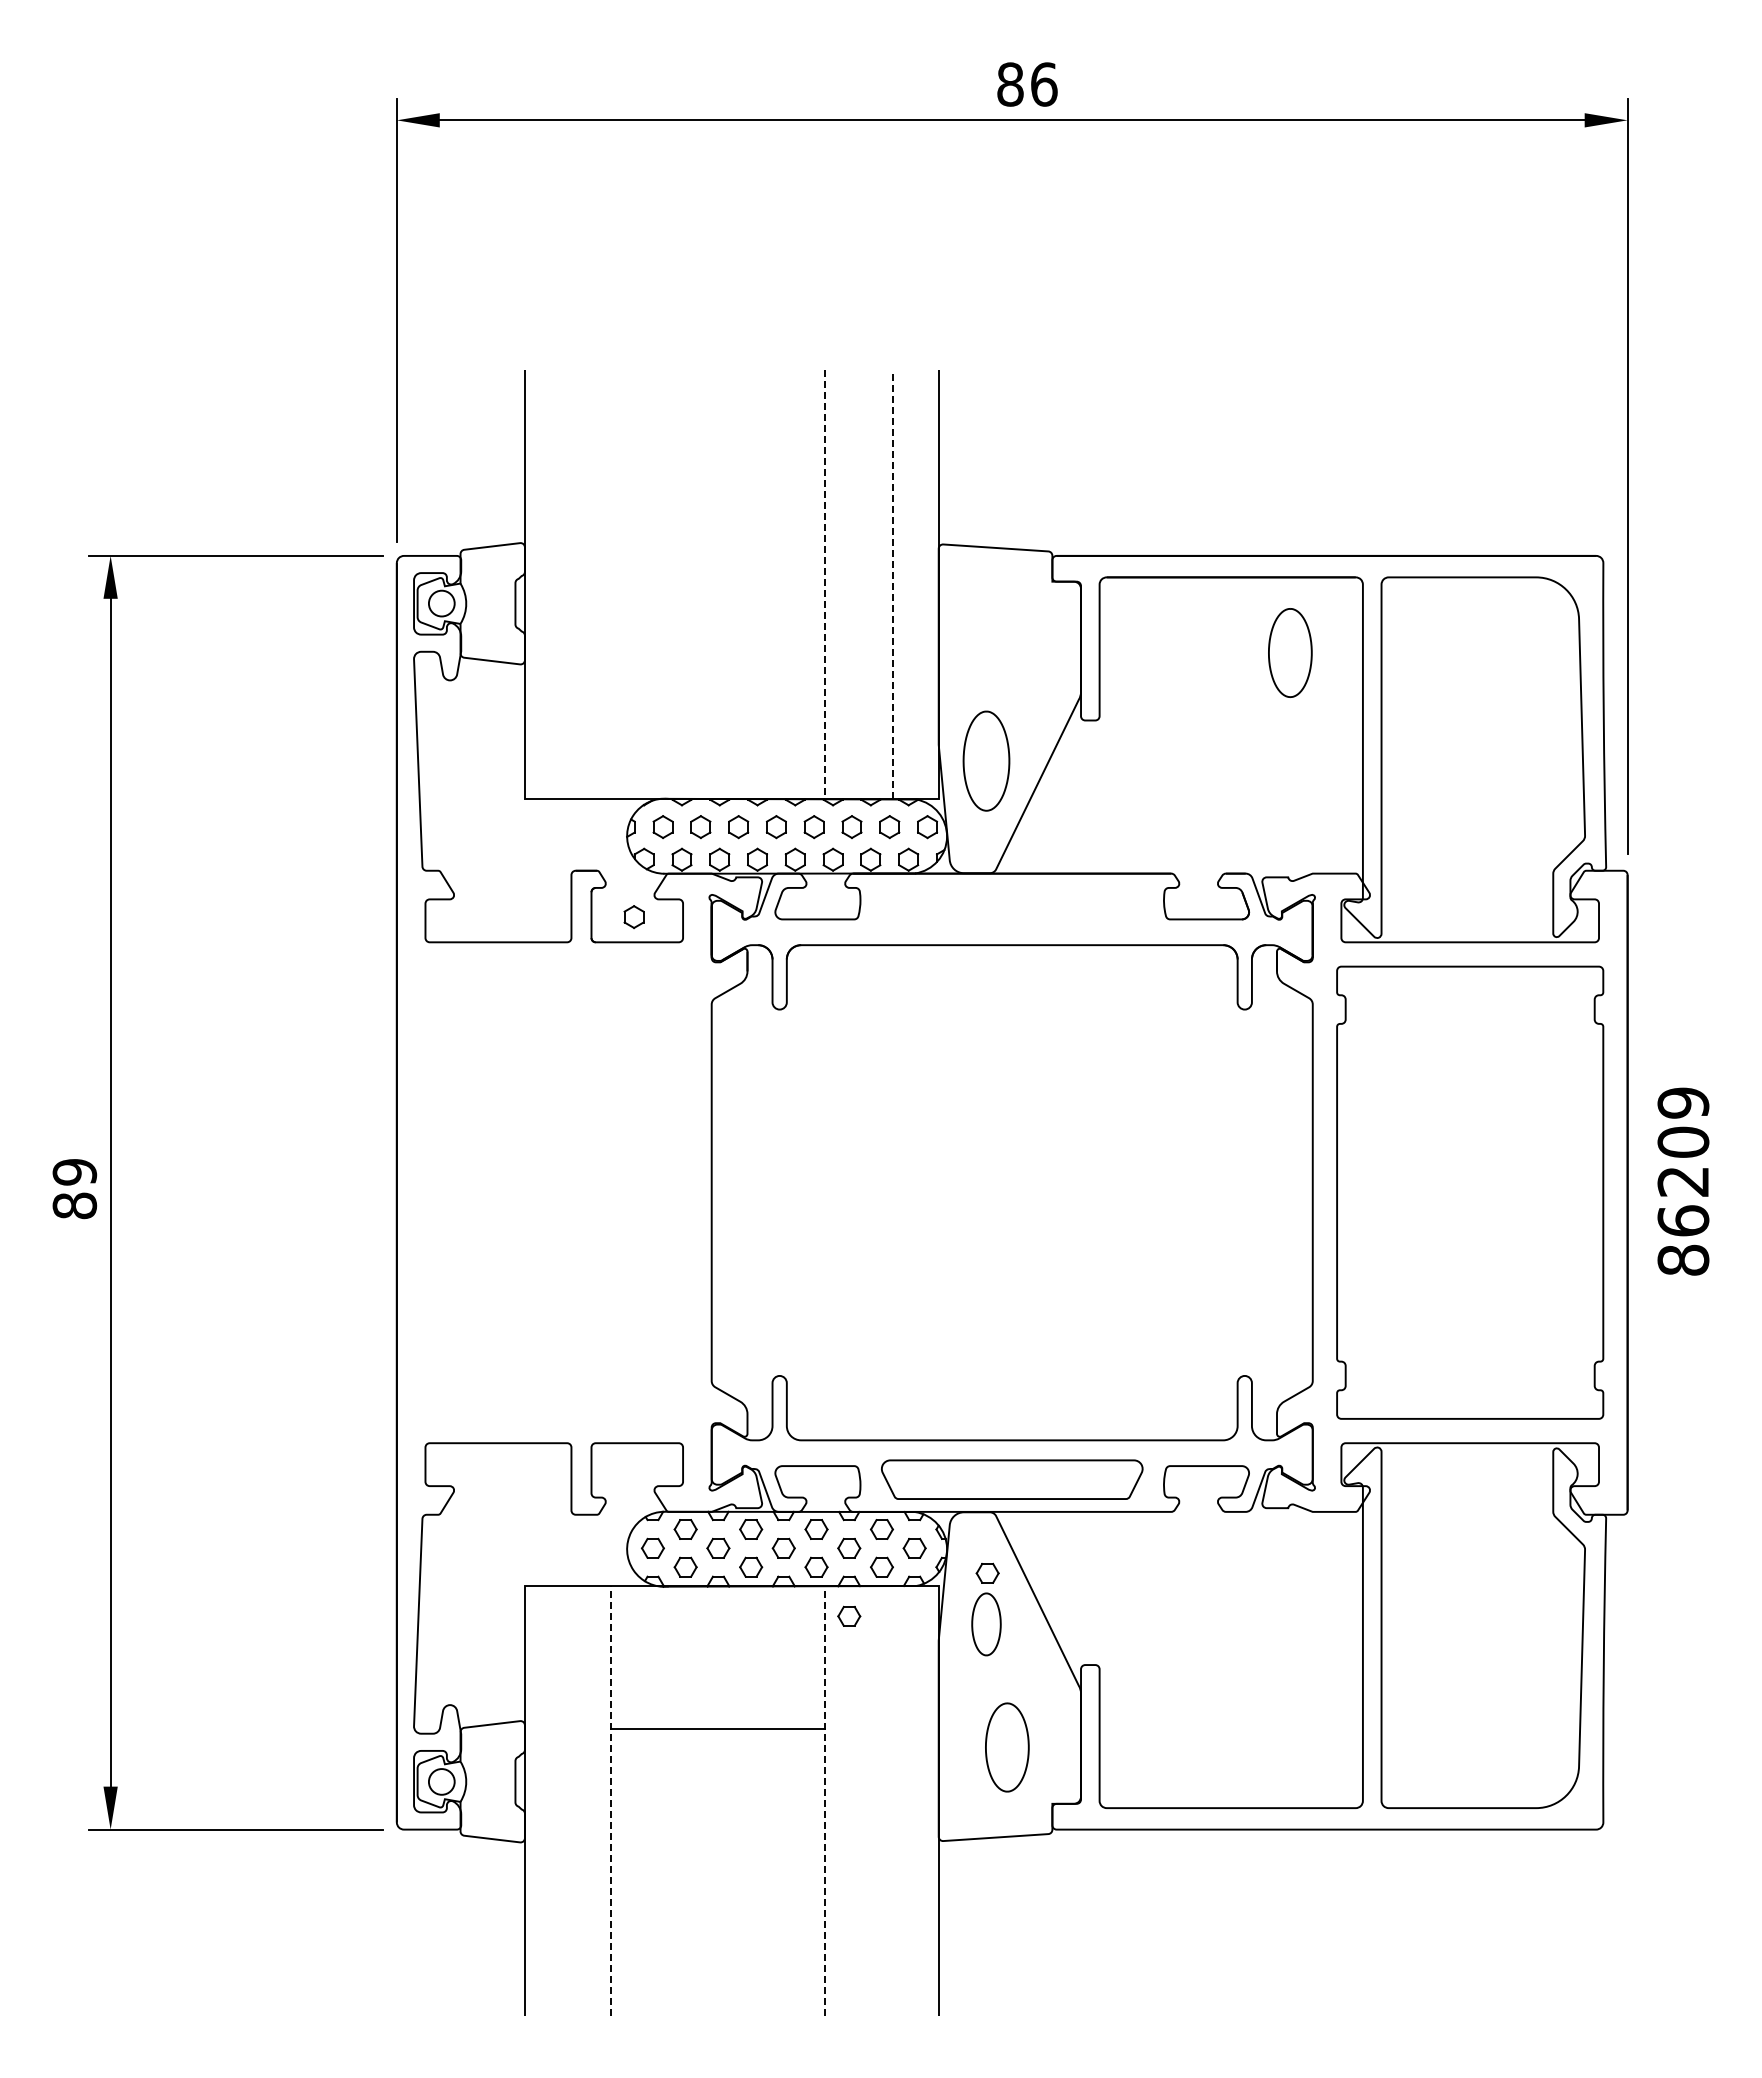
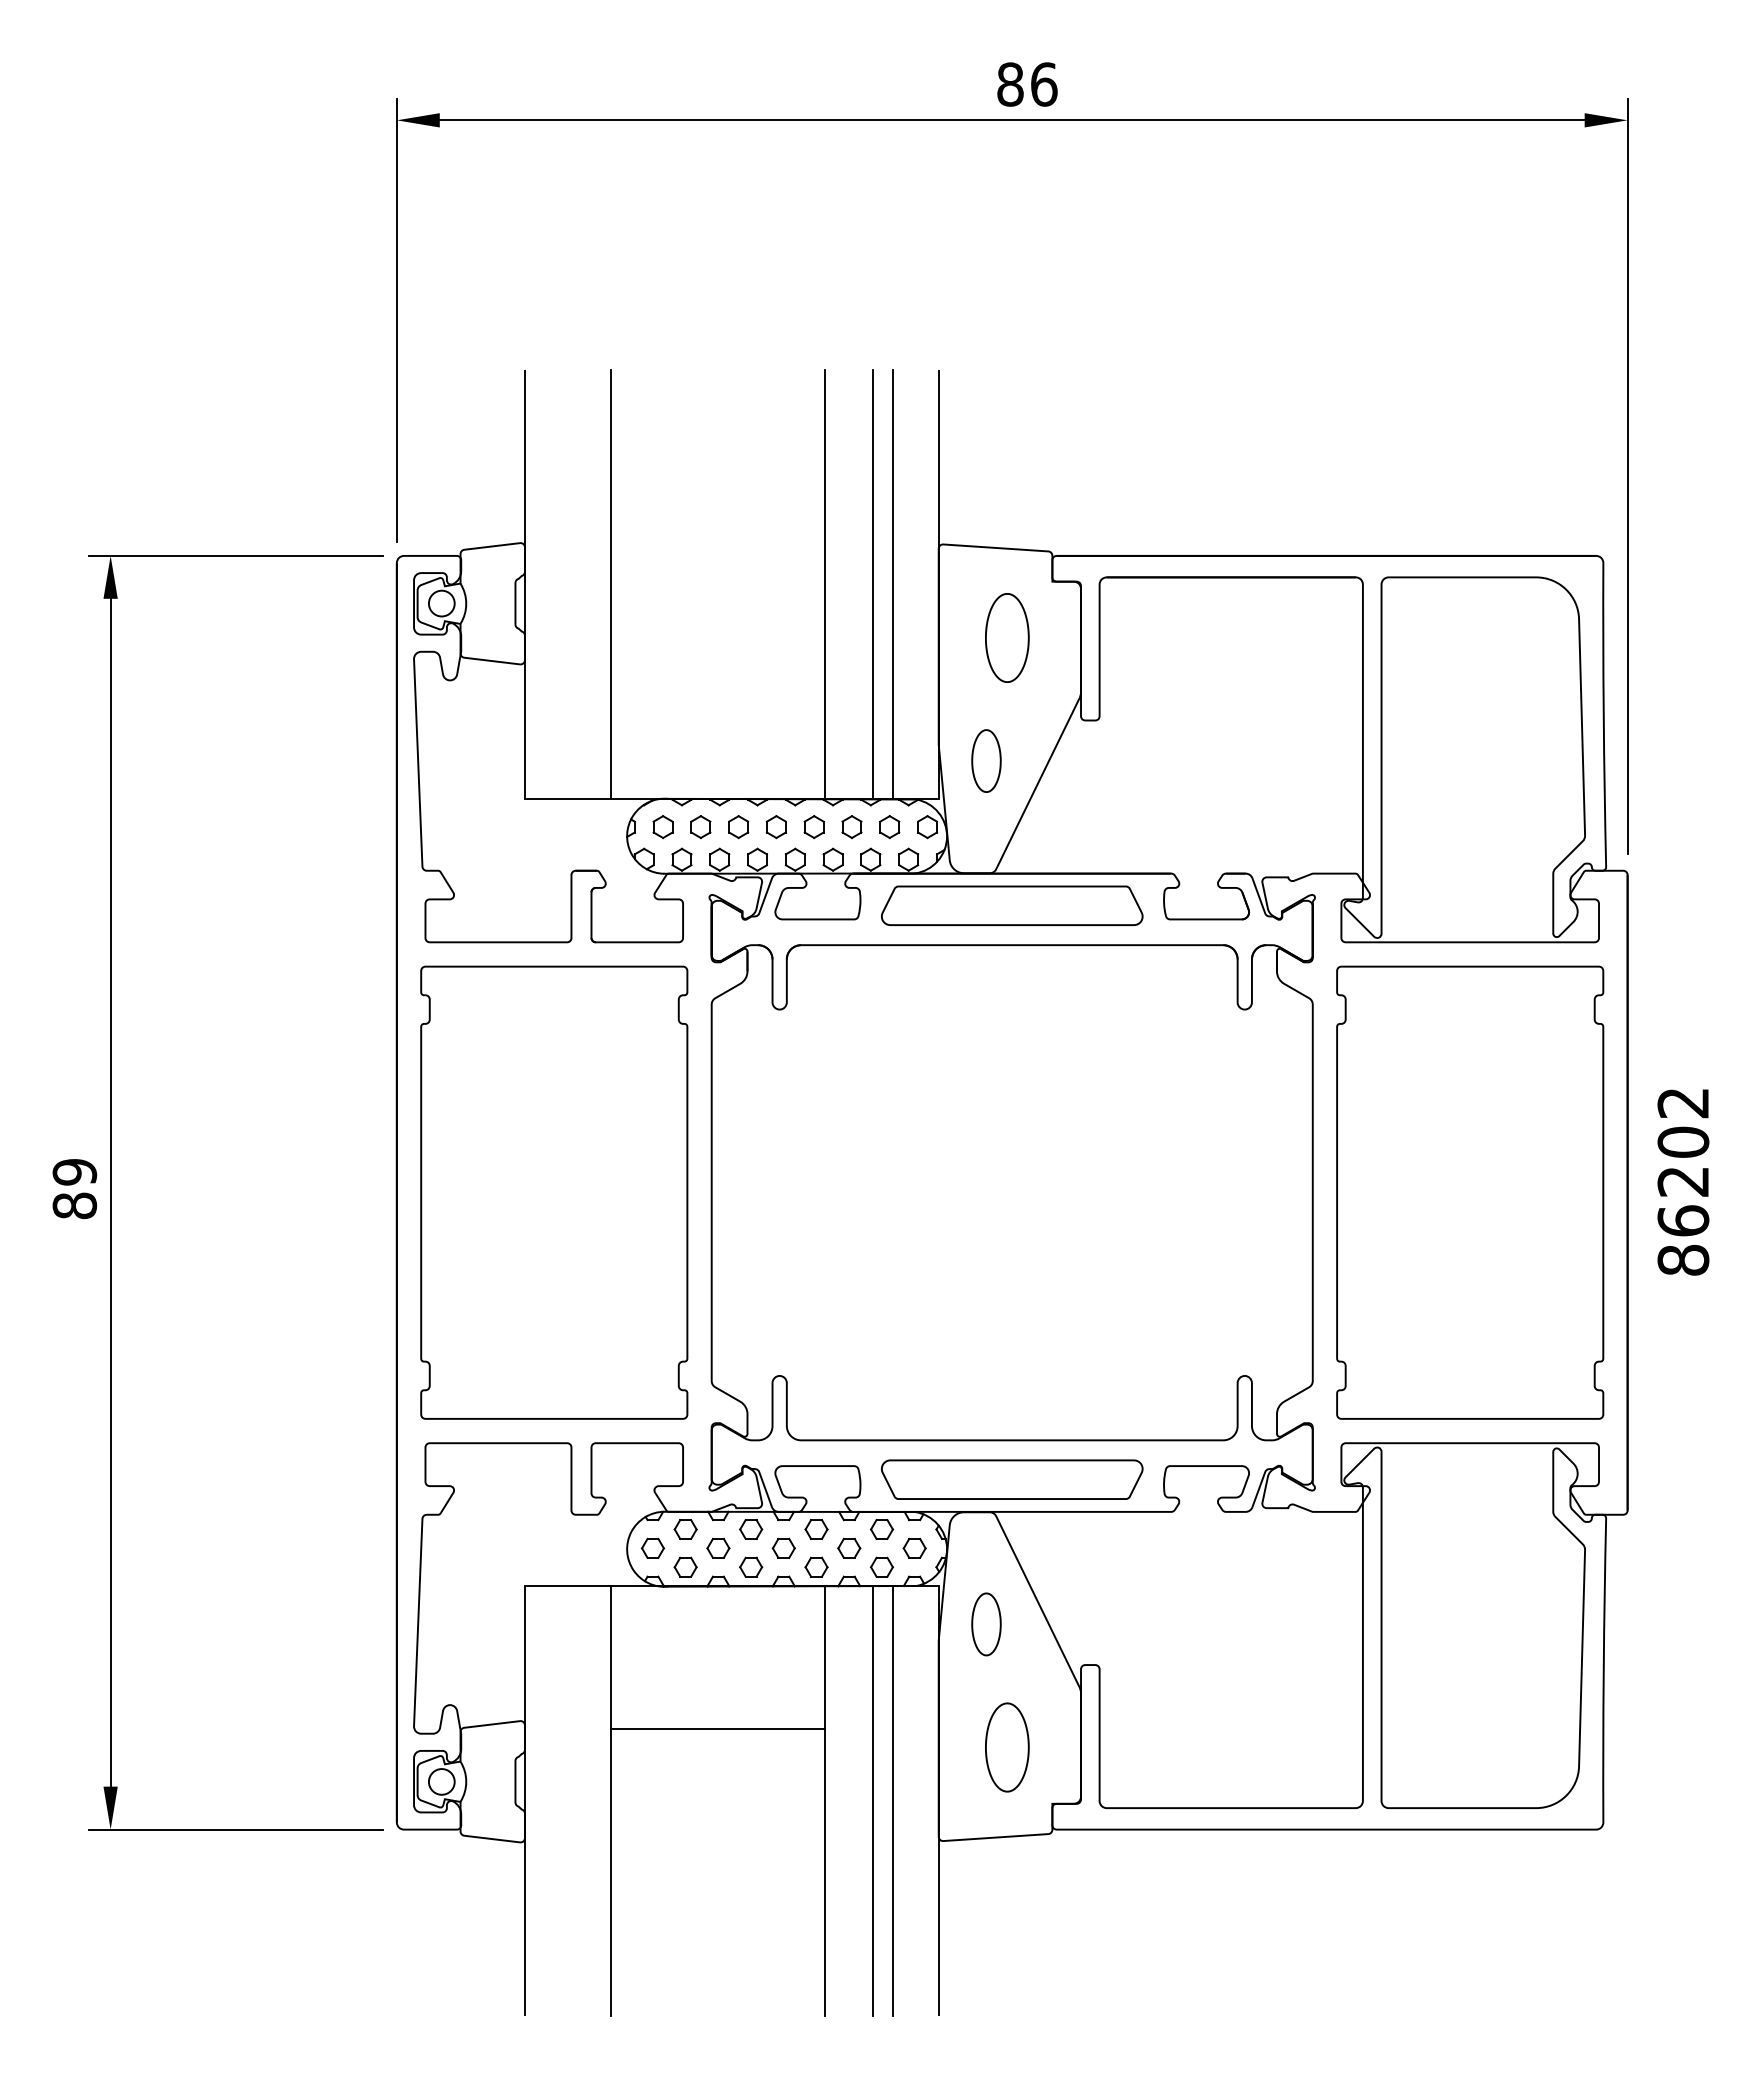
line at (610, 584): none -> present
line at (825, 584): dashed -> solid
line at (872, 584): none -> present
line at (892, 584): dashed -> solid
part at (1290, 652) position: (1290, 652) -> (1007, 637)
part at (986, 760) size: 49x102 px -> 31x64 px
part at (1012, 905): none -> present
part at (633, 917): present -> none
text at (1683, 1102): 86209 -> 86202
part at (554, 1192): none -> present
part at (987, 1572): present -> none
part at (849, 1615): present -> none
line at (610, 1800): dashed -> solid
line at (825, 1800): dashed -> solid
line at (872, 1800): none -> present
line at (892, 1800): none -> present
